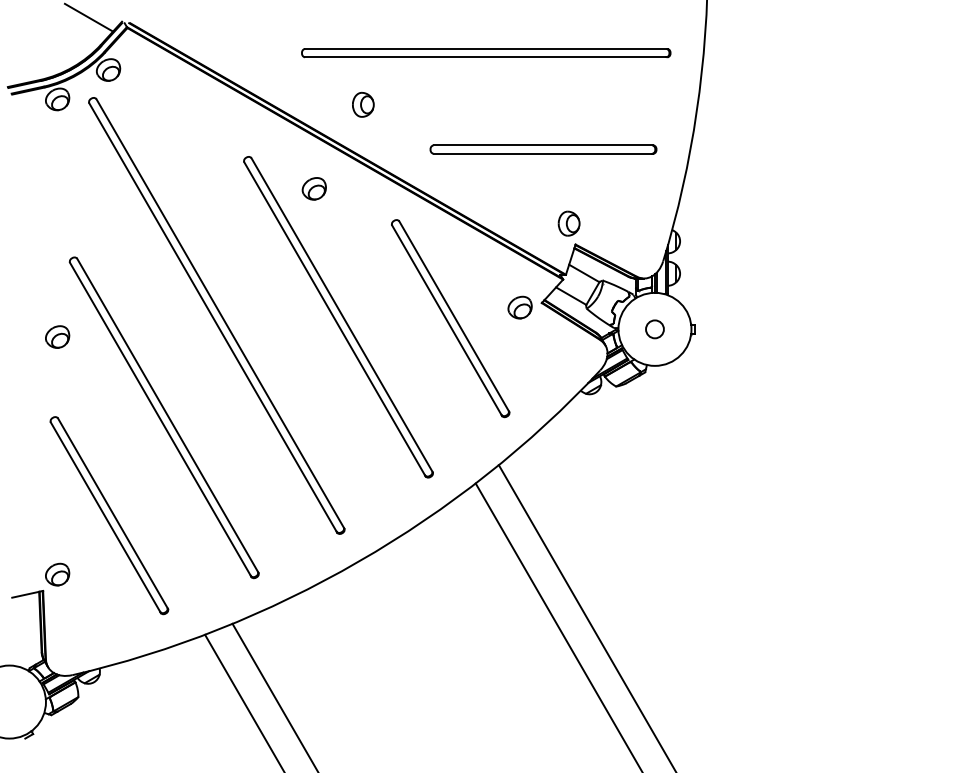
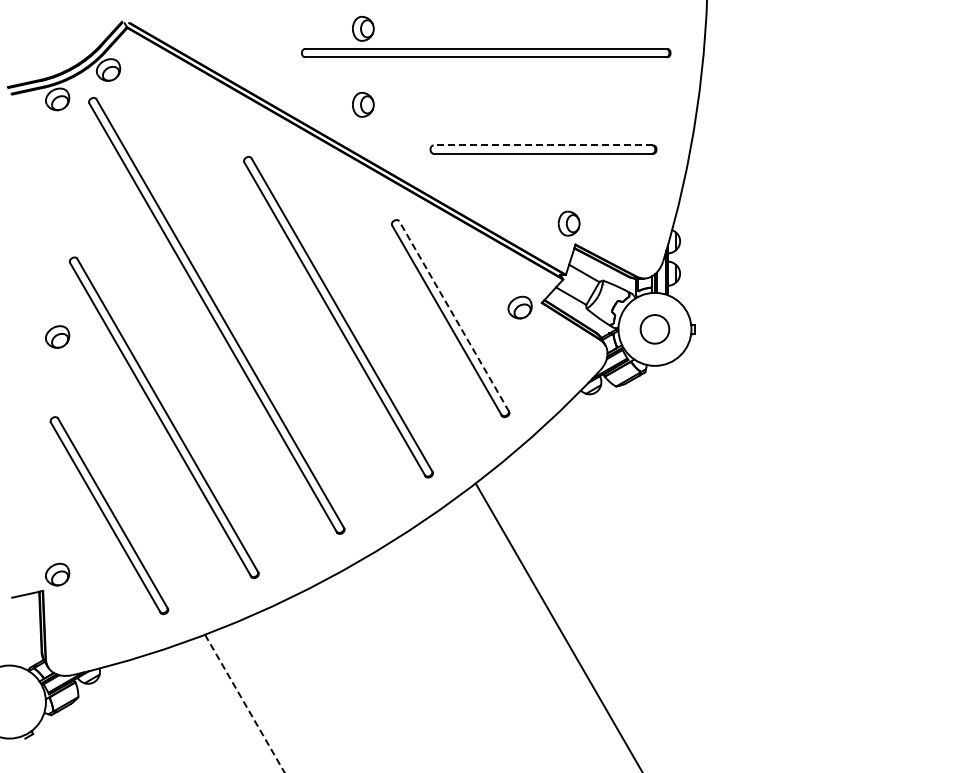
line at (88, 17): present -> none
part at (363, 28): none -> present
line at (543, 145): solid -> dashed
part at (313, 188): present -> none
line at (454, 316): solid -> dashed
circle at (654, 329) diameter: 18 px -> 29 px
line at (586, 617): present -> none
line at (274, 696): present -> none
line at (245, 704): solid -> dashed
